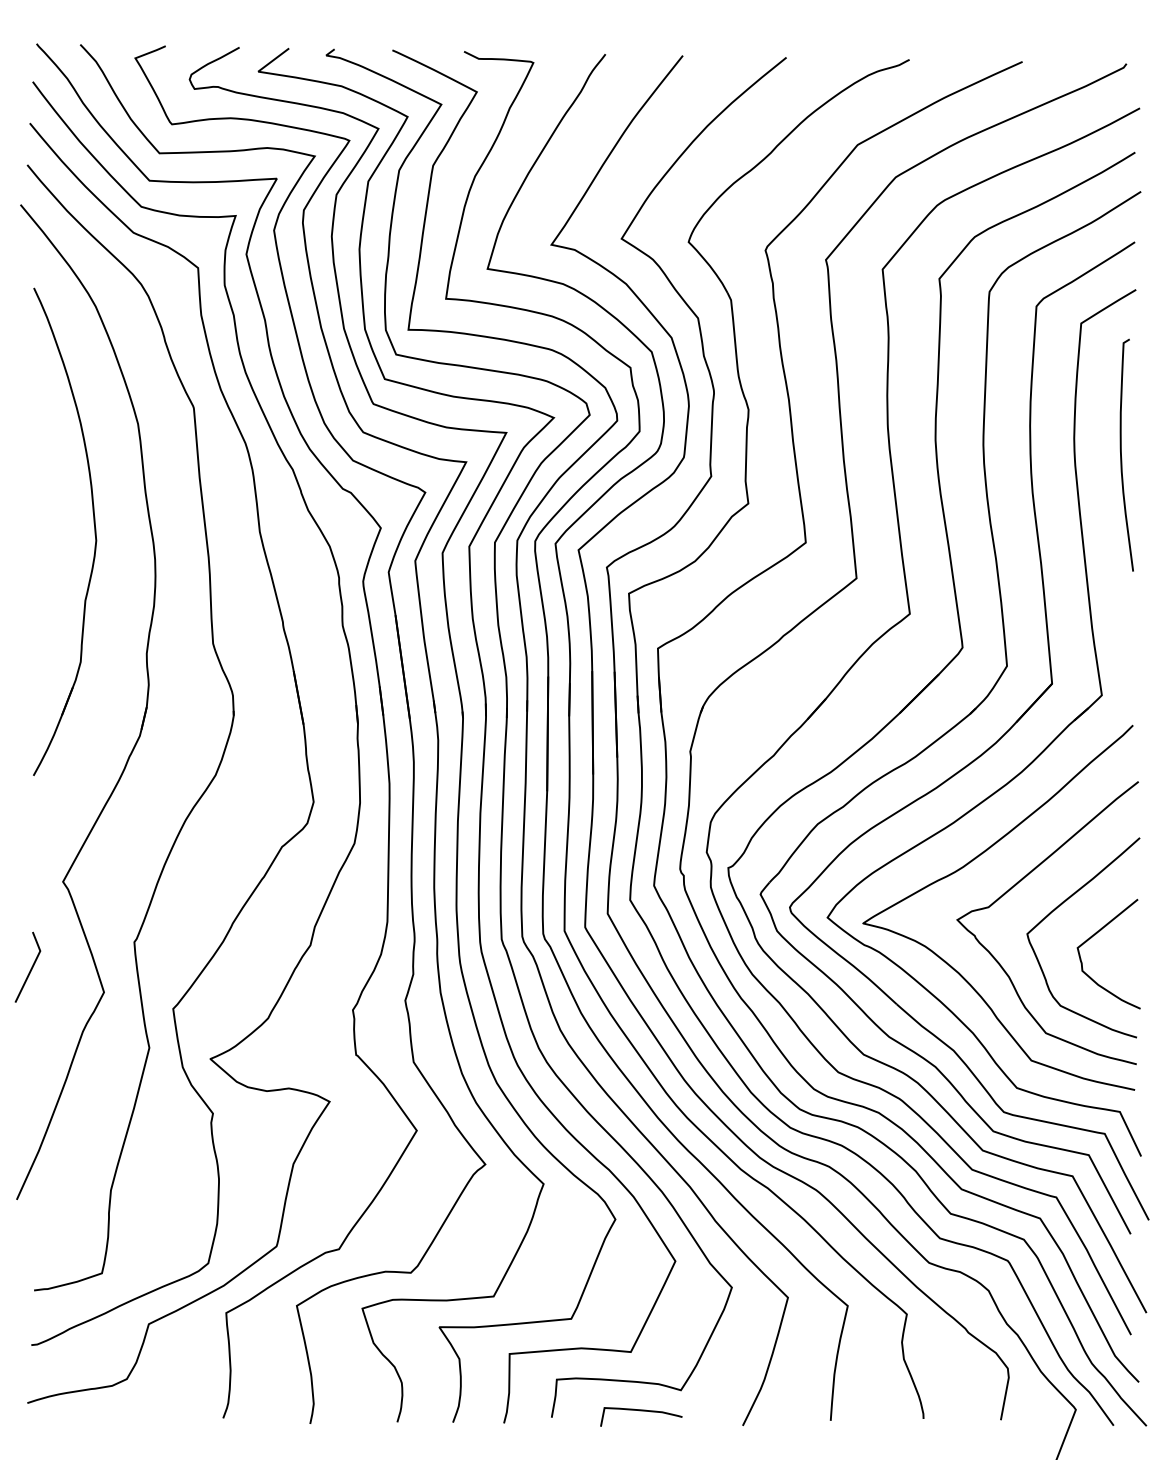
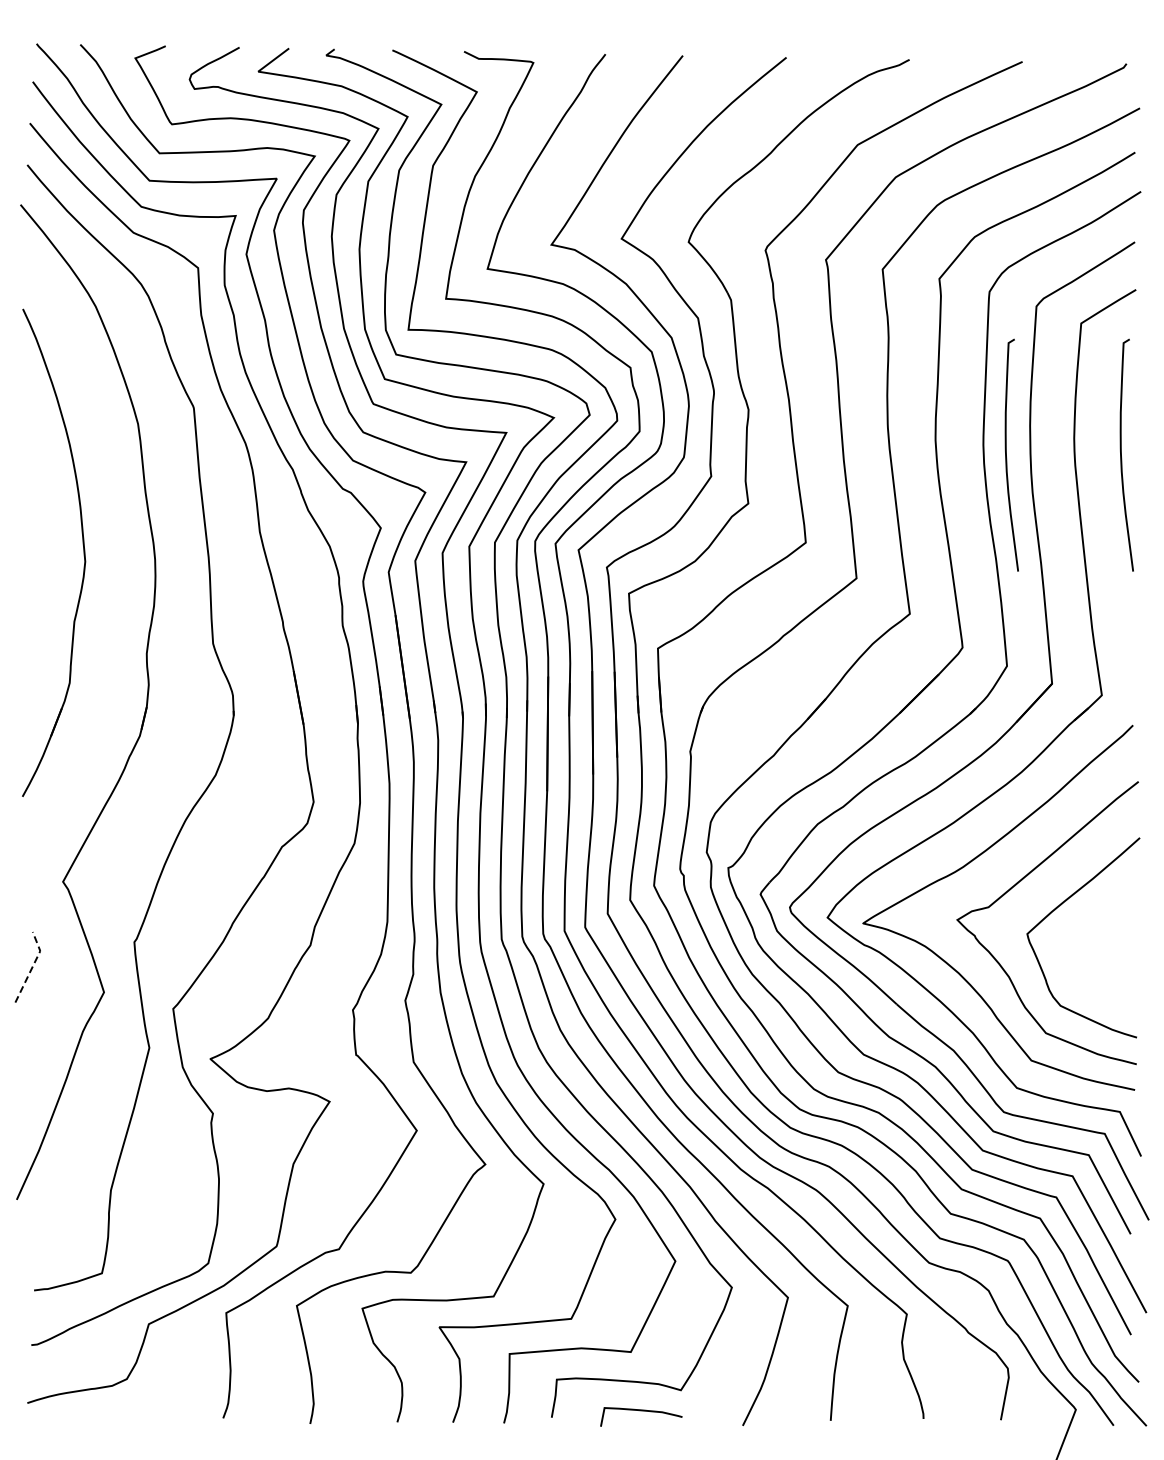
curve at (1006, 454): none -> present
part at (94, 531) position: (94, 531) -> (83, 552)
curve at (1095, 935): present -> none
line at (33, 966): solid -> dashed
